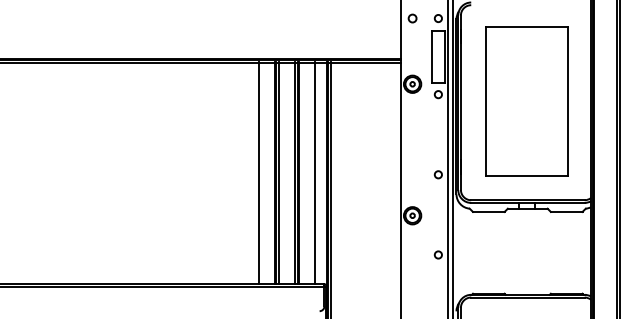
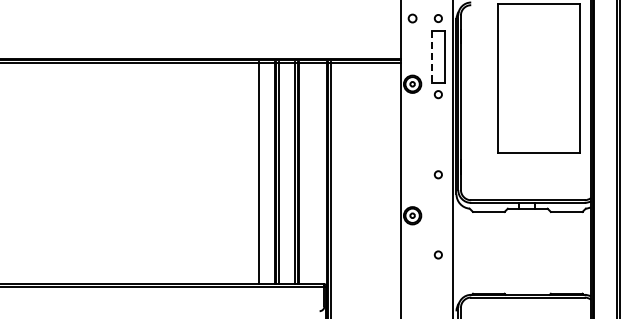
line at (432, 57): solid -> dashed
part at (526, 101) position: (526, 101) -> (538, 78)
line at (448, 158): present -> none
line at (314, 173): present -> none
